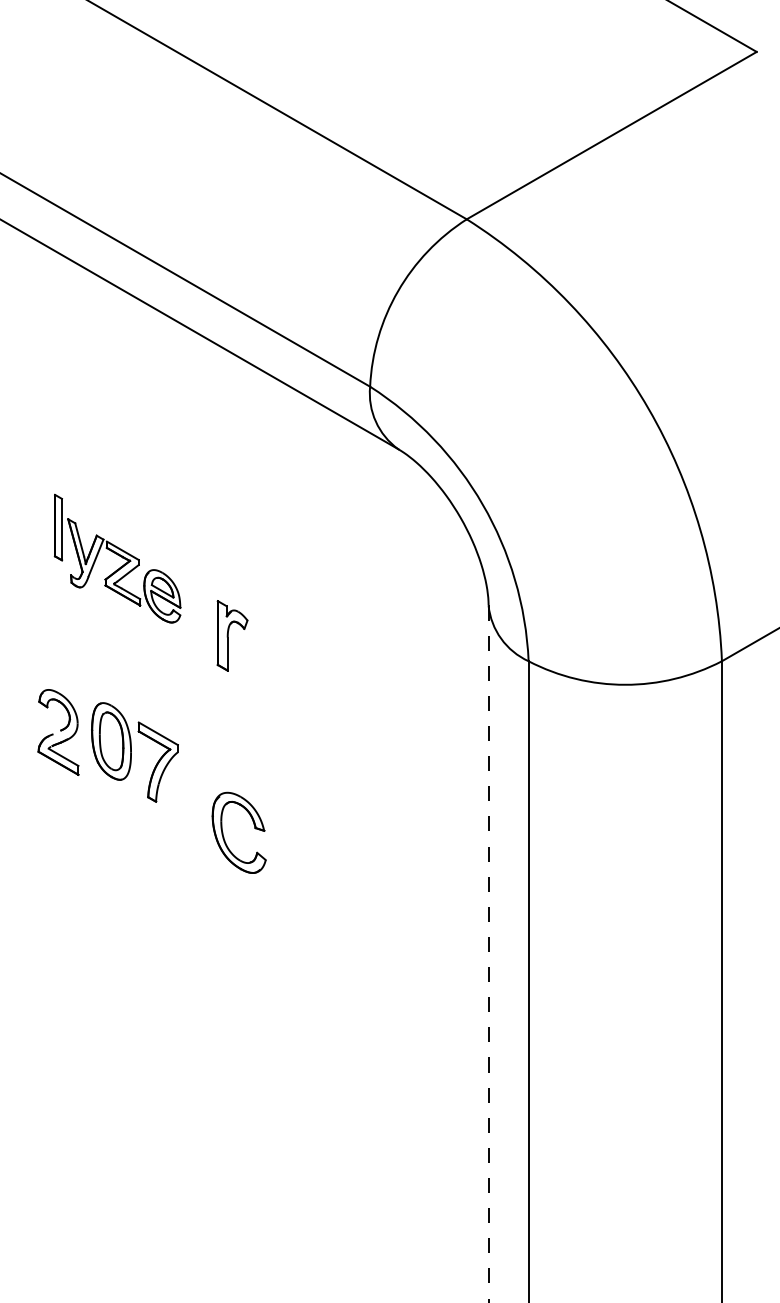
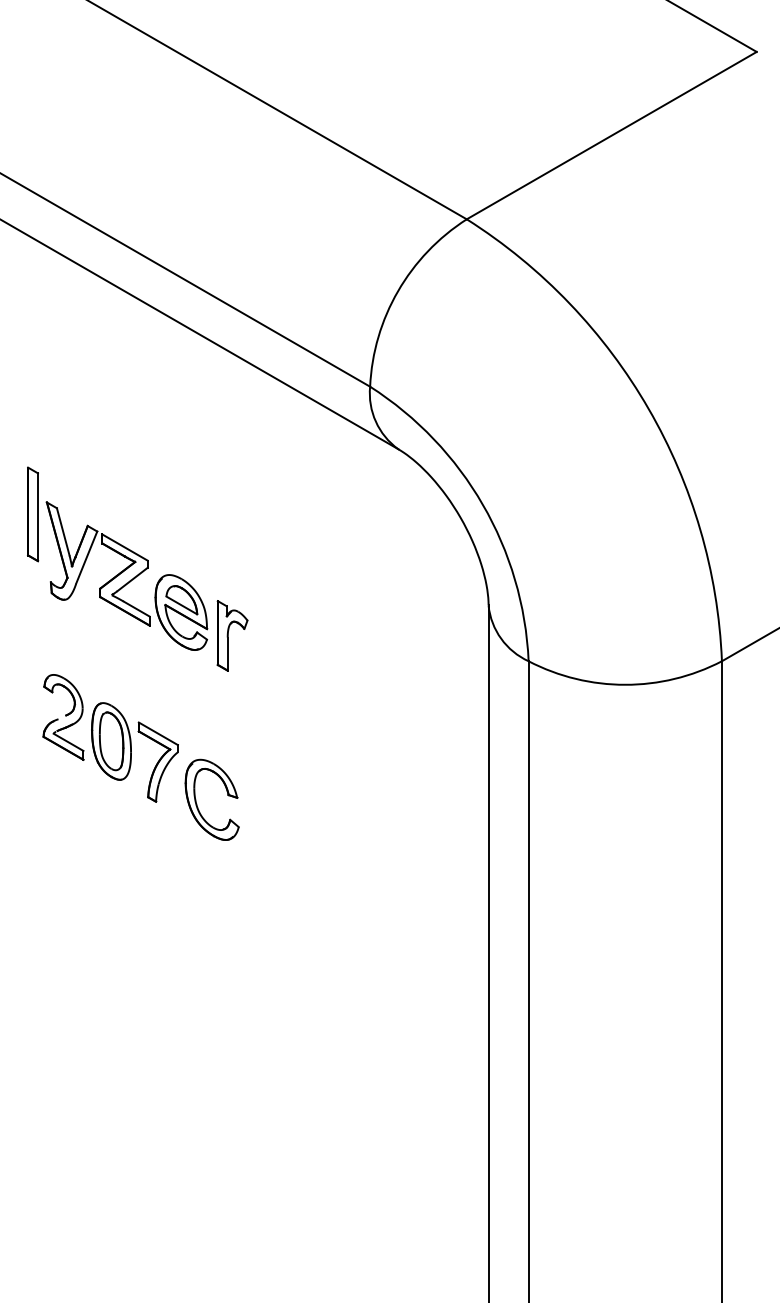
part at (117, 558) size: 129x131 px -> 182x185 px
part at (58, 732) position: (58, 732) -> (63, 717)
part at (224, 837) position: (224, 837) -> (197, 804)
line at (488, 954): dashed -> solid
